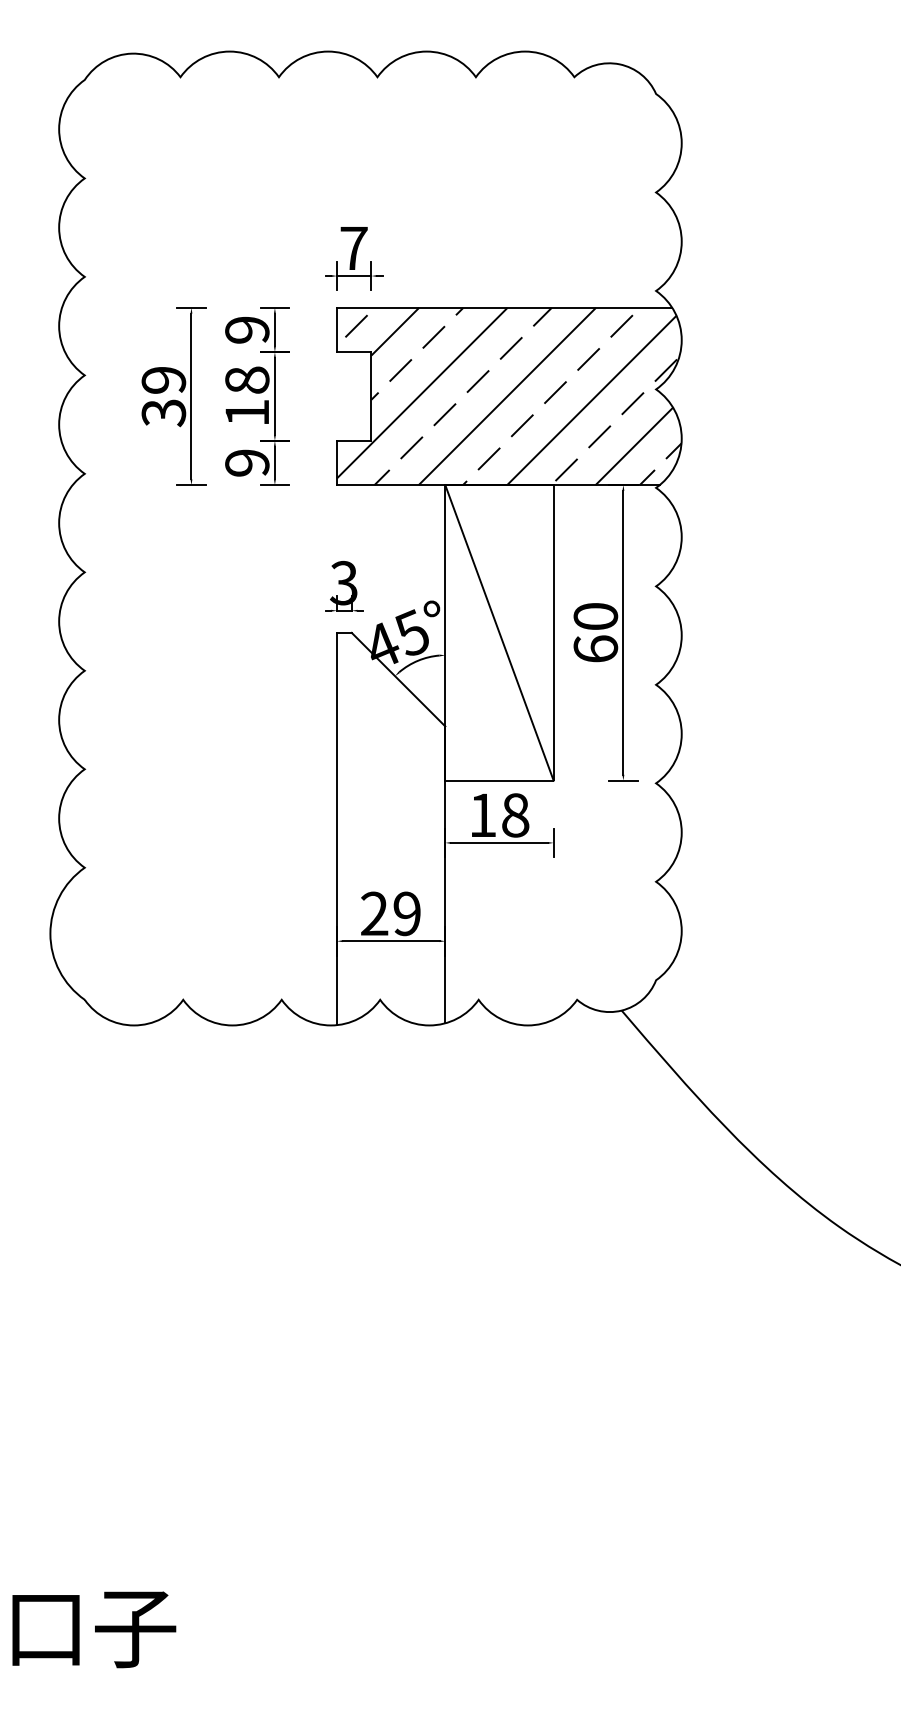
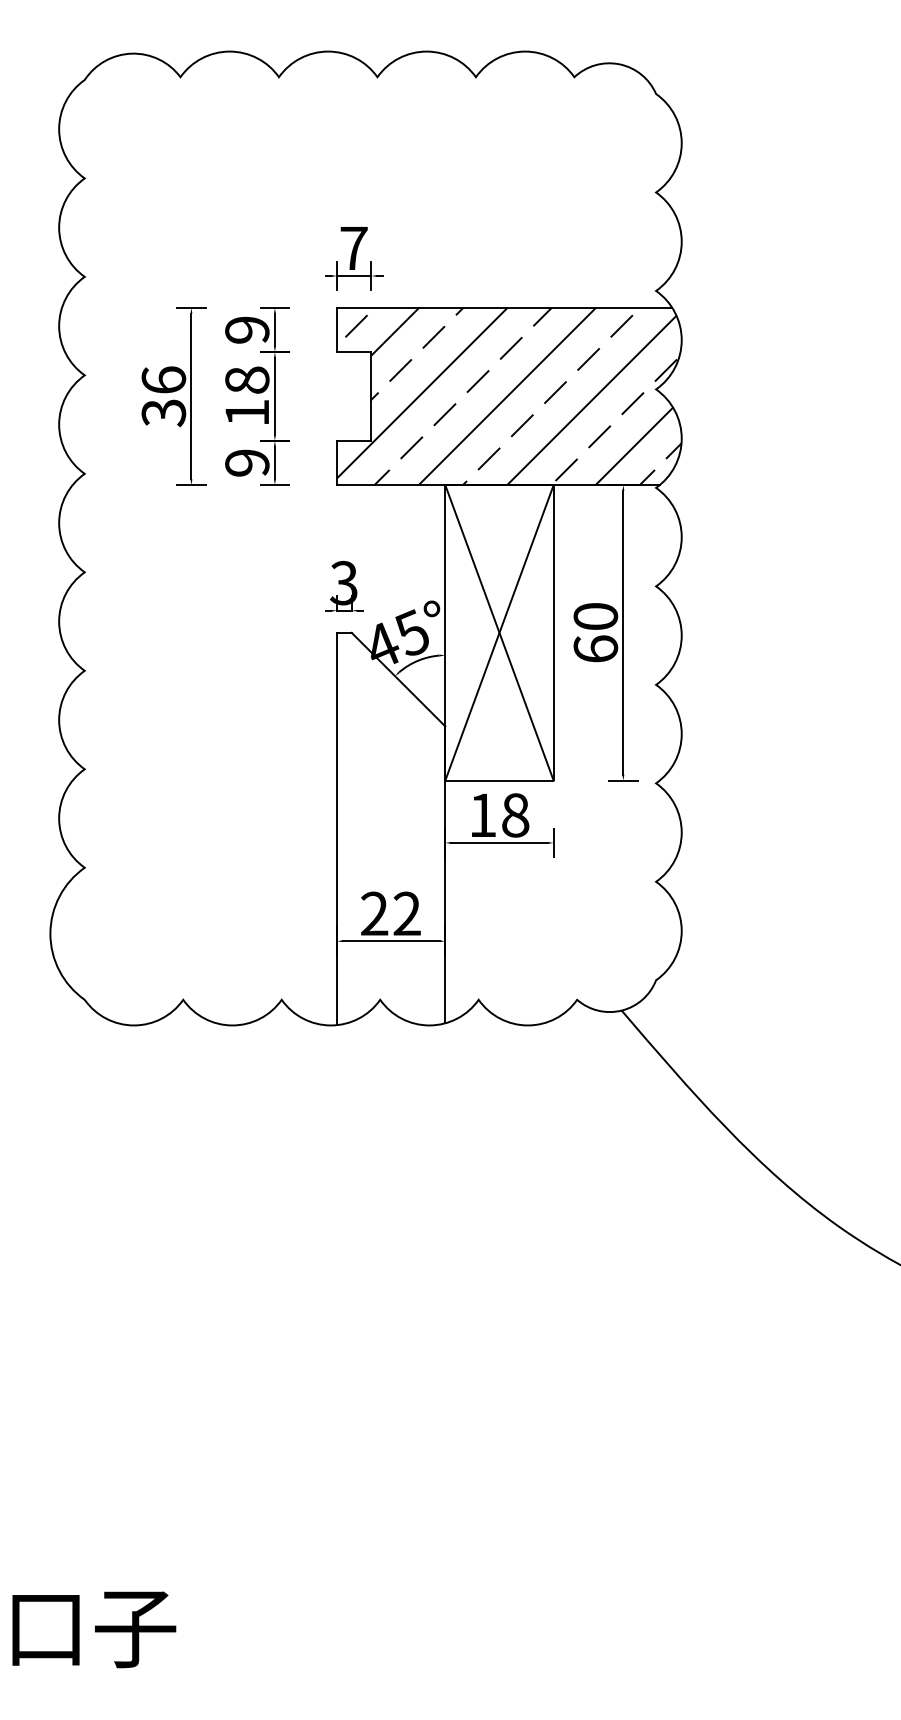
text at (163, 379): 39 -> 36
line at (499, 632): none -> present
text at (406, 914): 29 -> 22
